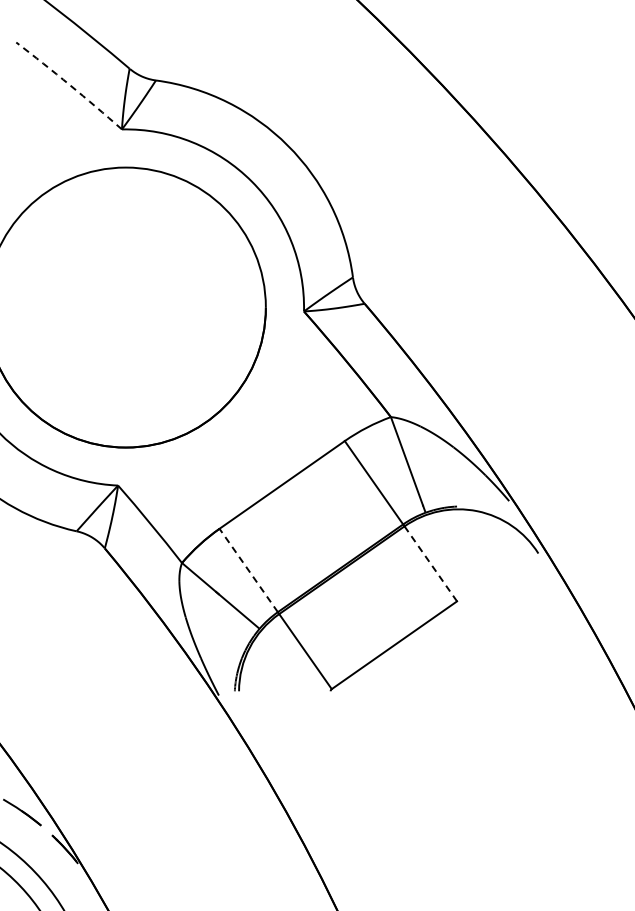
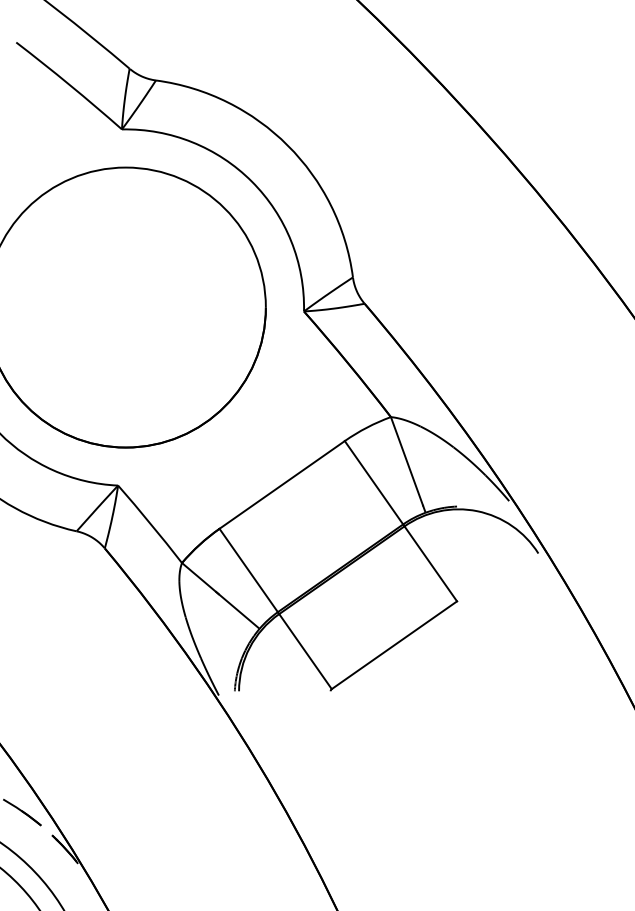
arc at (69, 85): dashed -> solid
line at (430, 563): dashed -> solid
line at (248, 570): dashed -> solid
